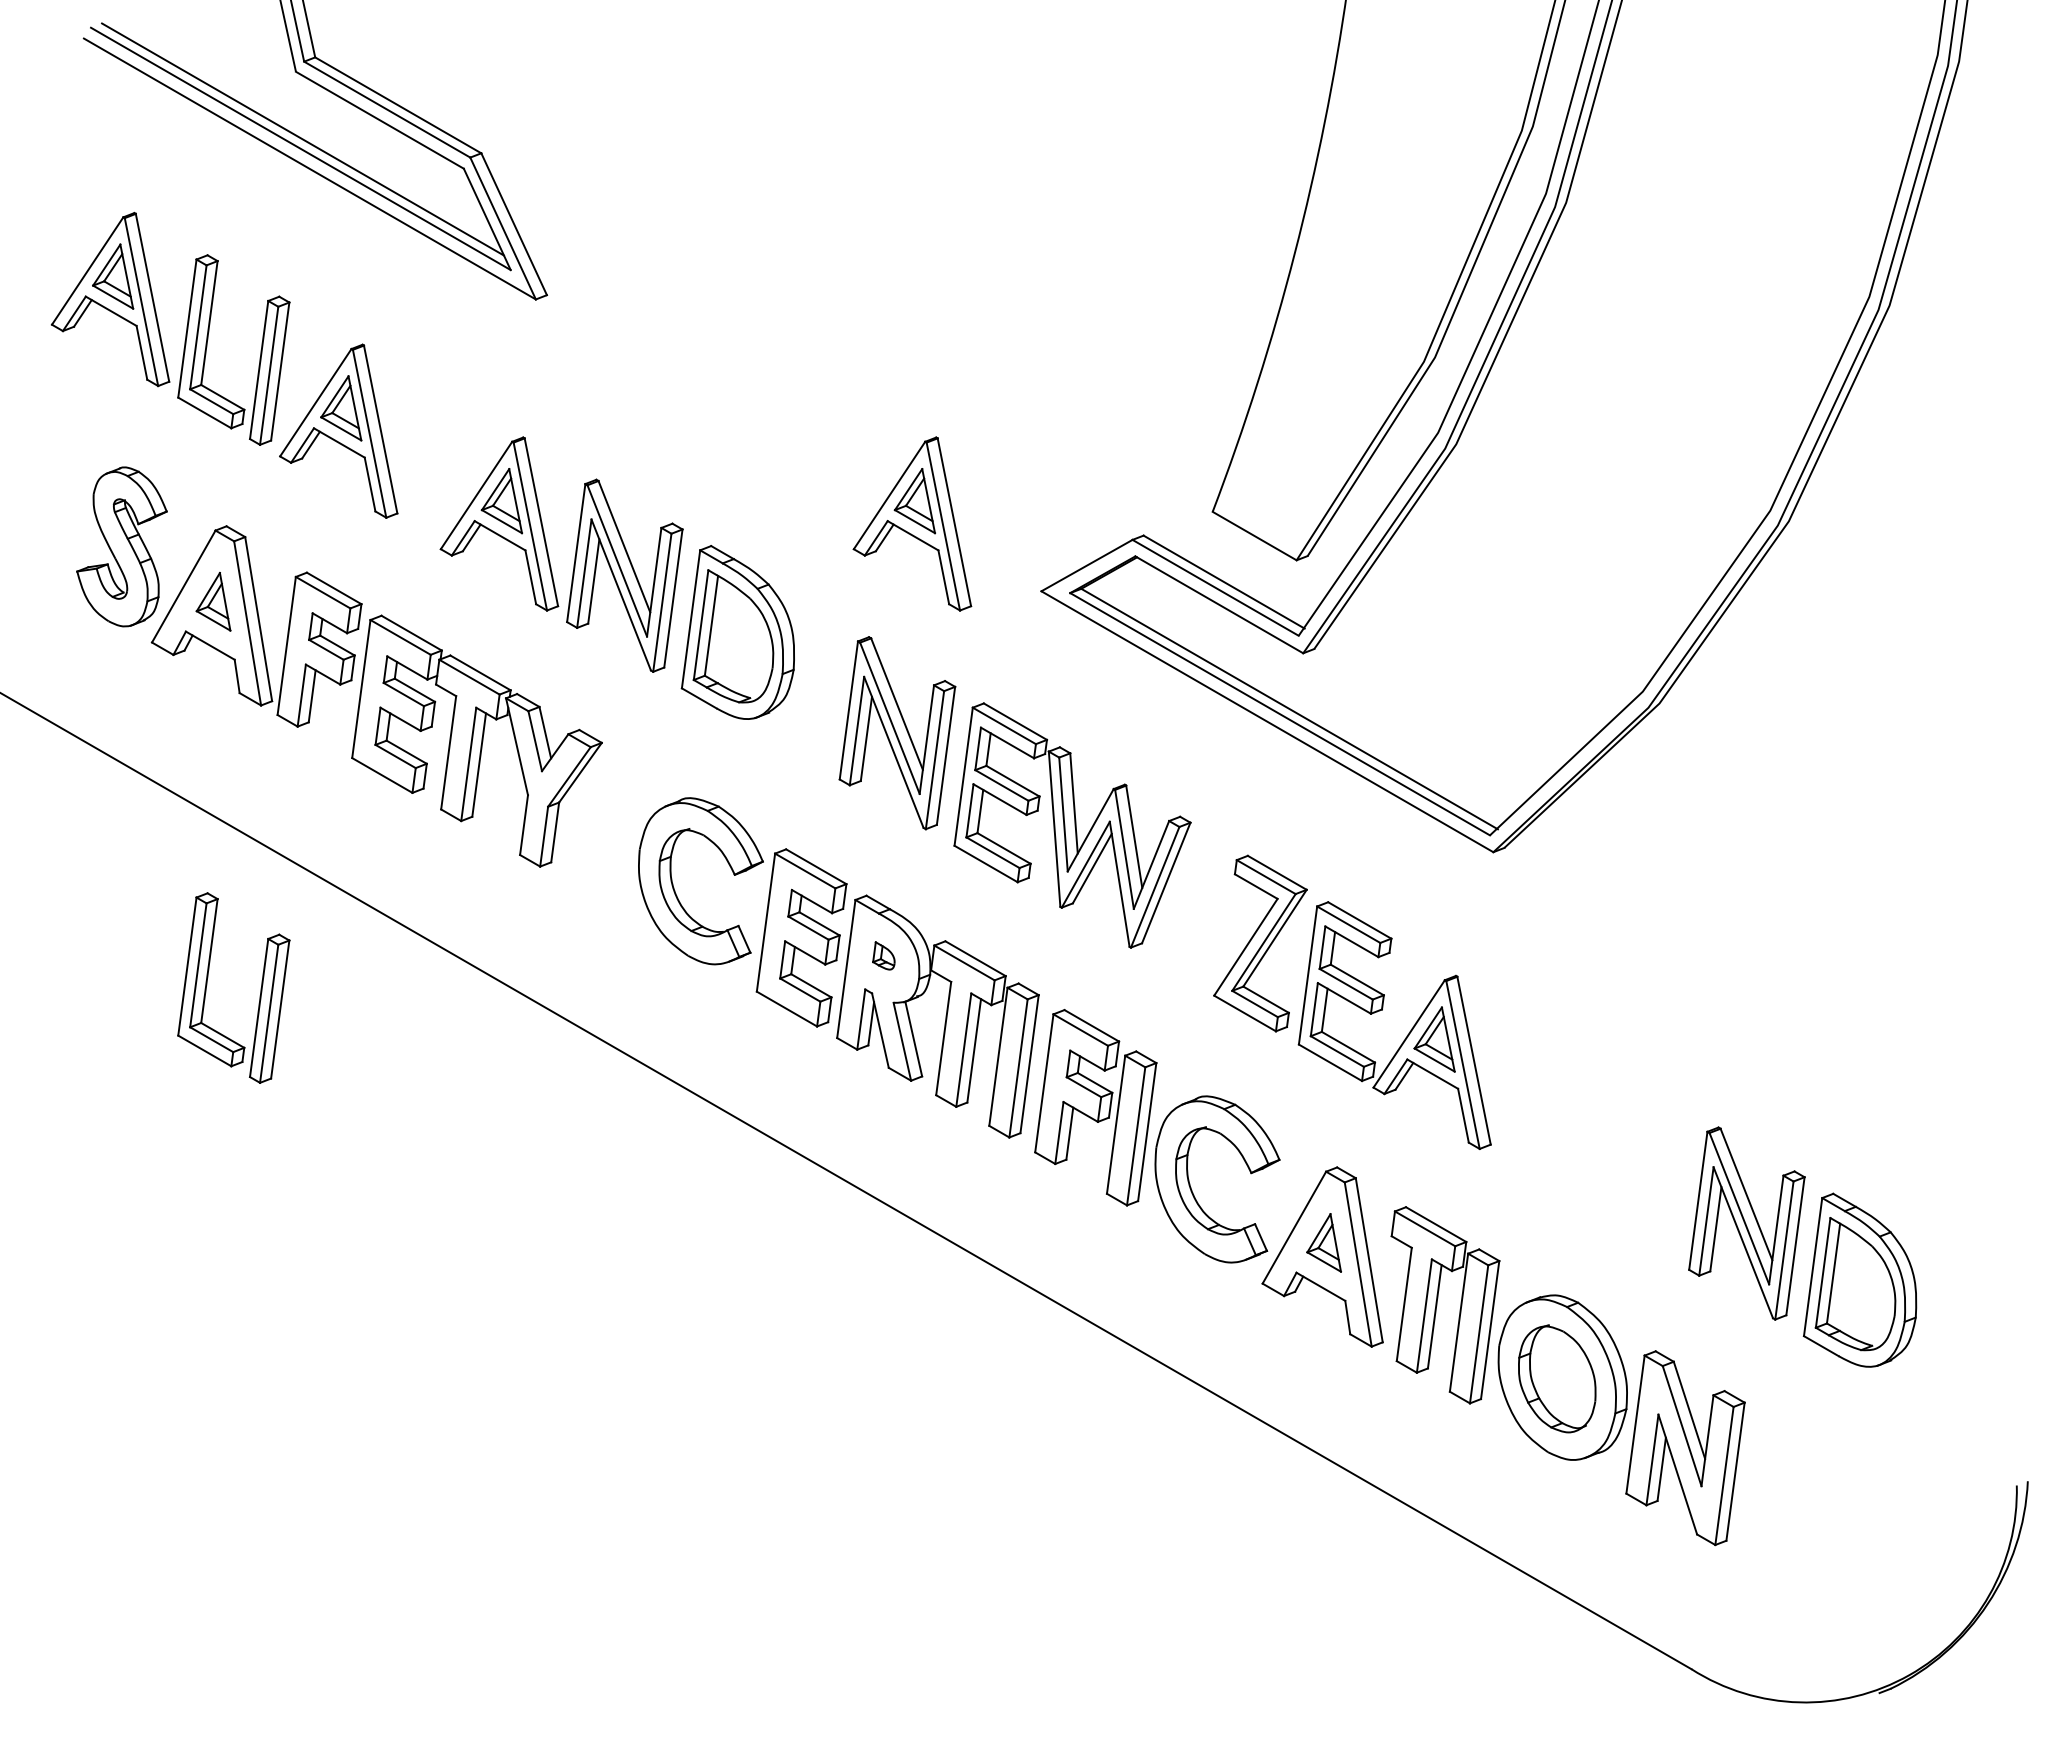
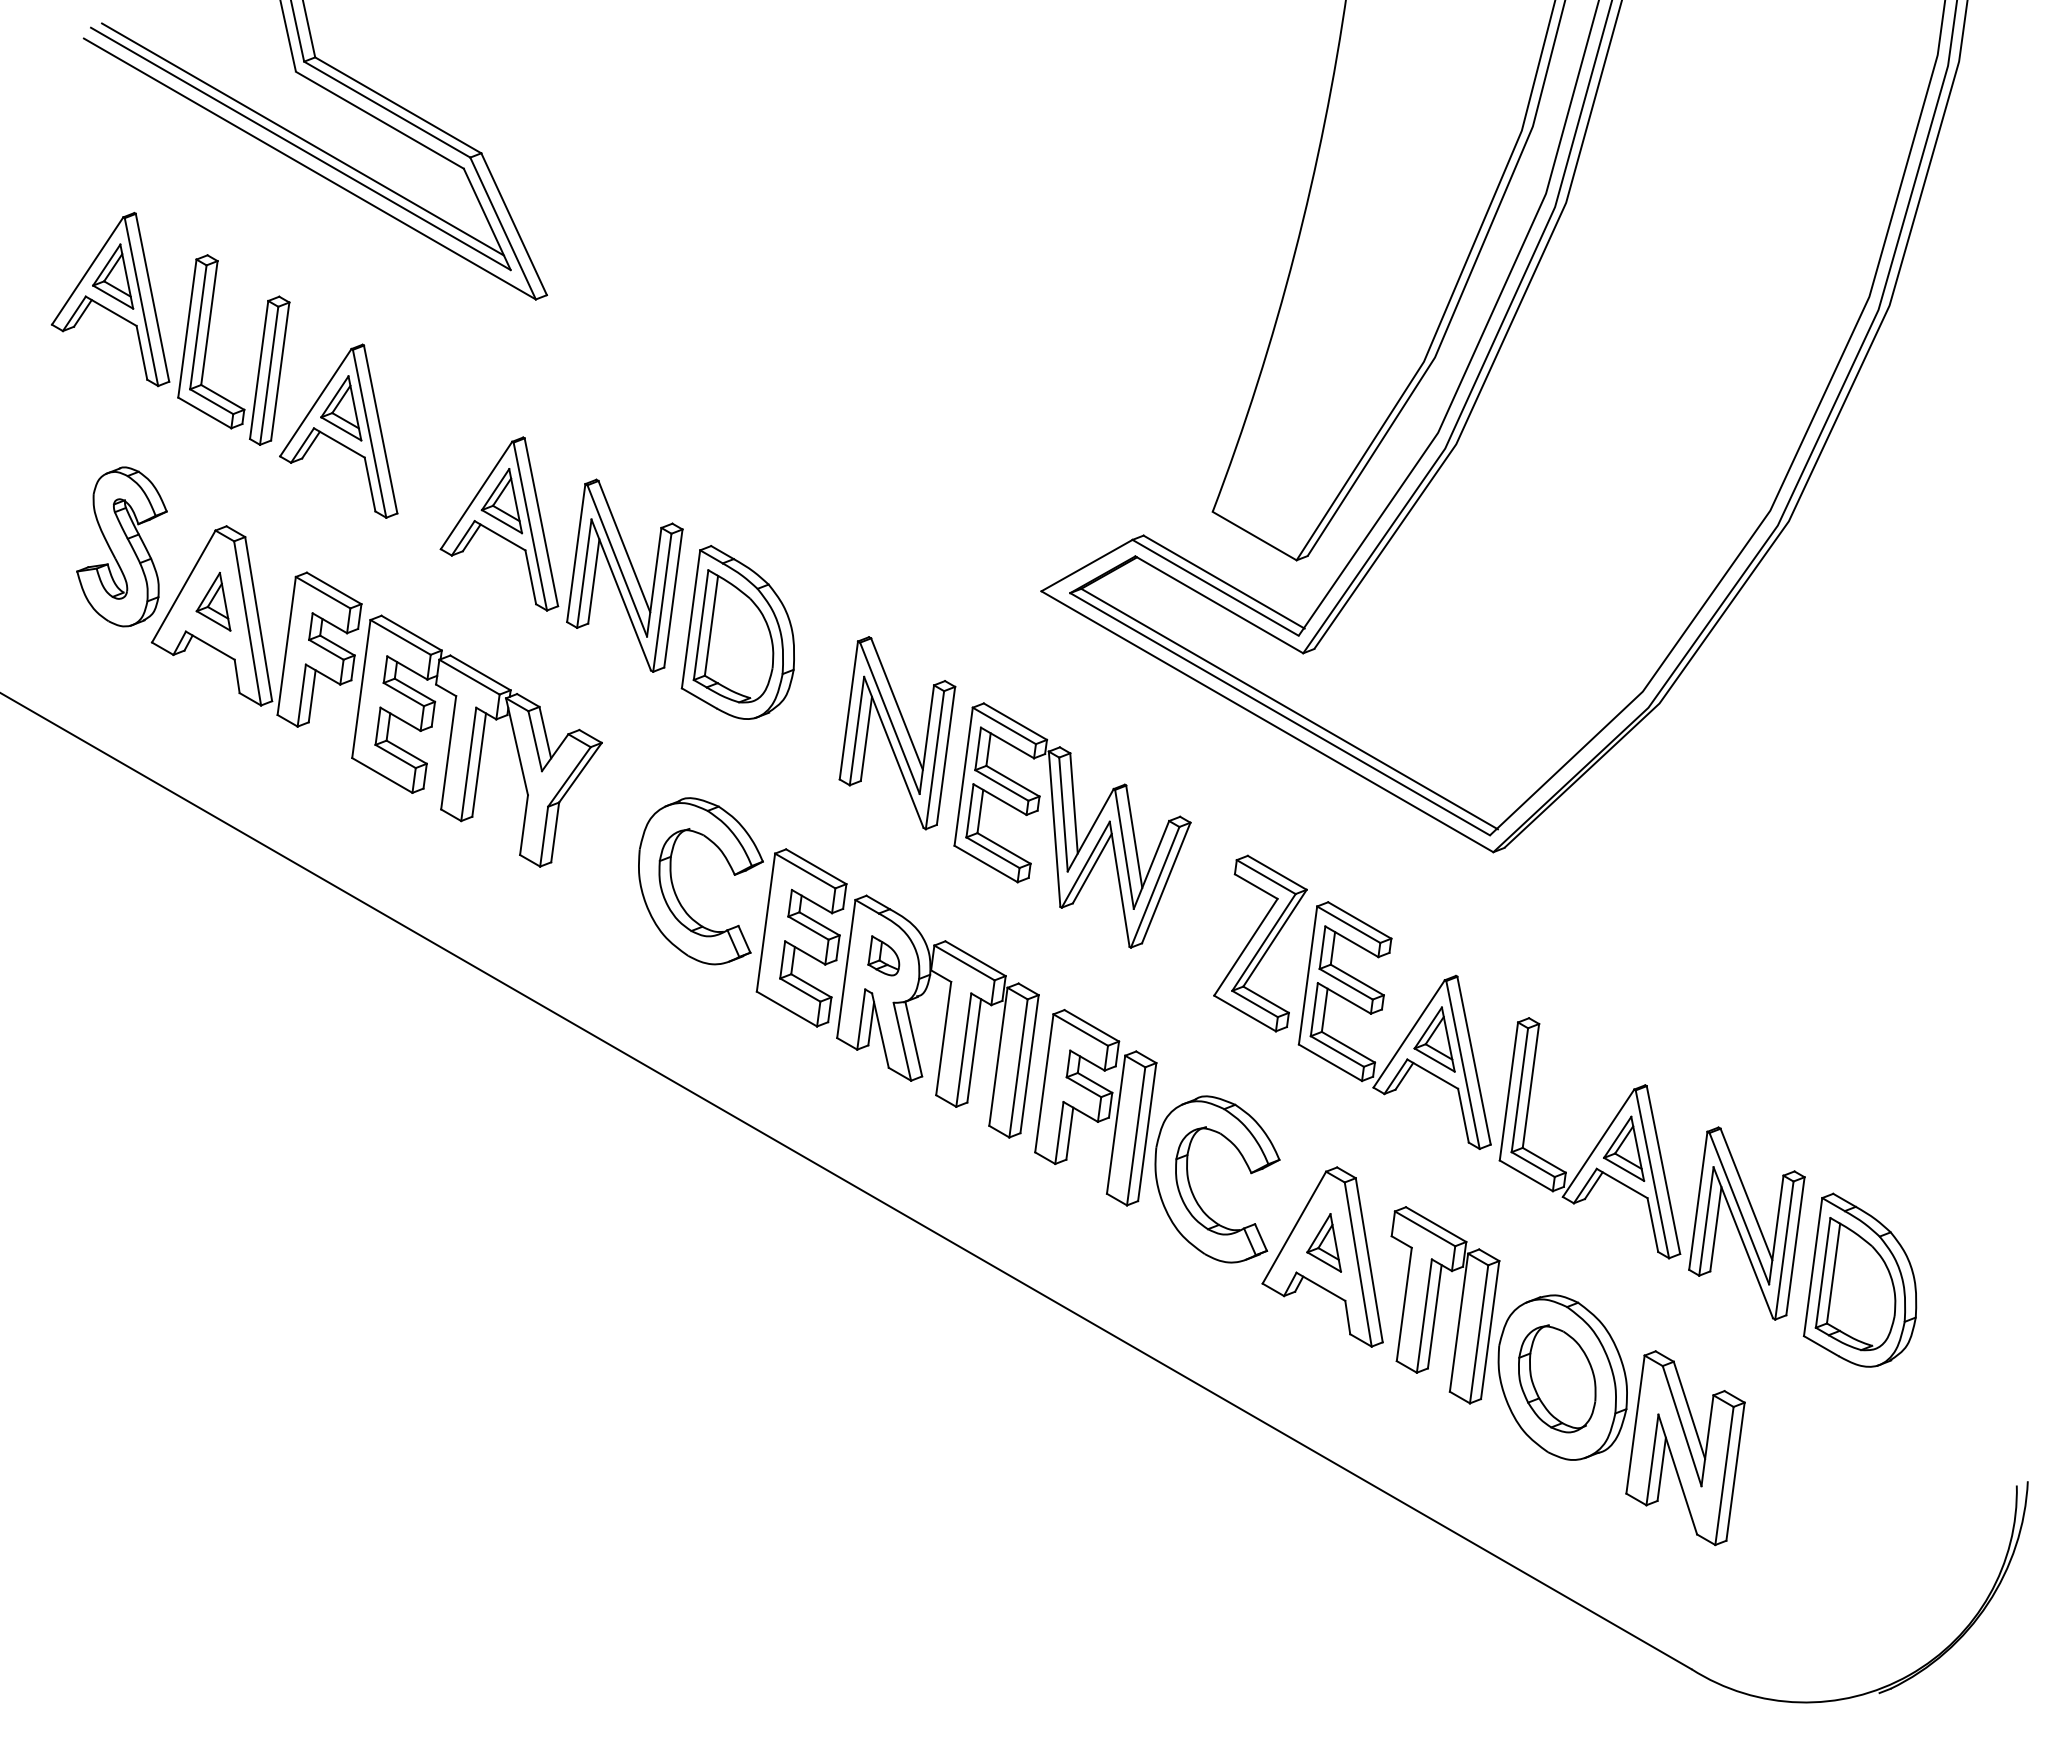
part at (912, 523): present -> none
part at (883, 955) size: 24x30 px -> 34x42 px
part at (207, 985): present -> none
part at (1596, 1144): none -> present
